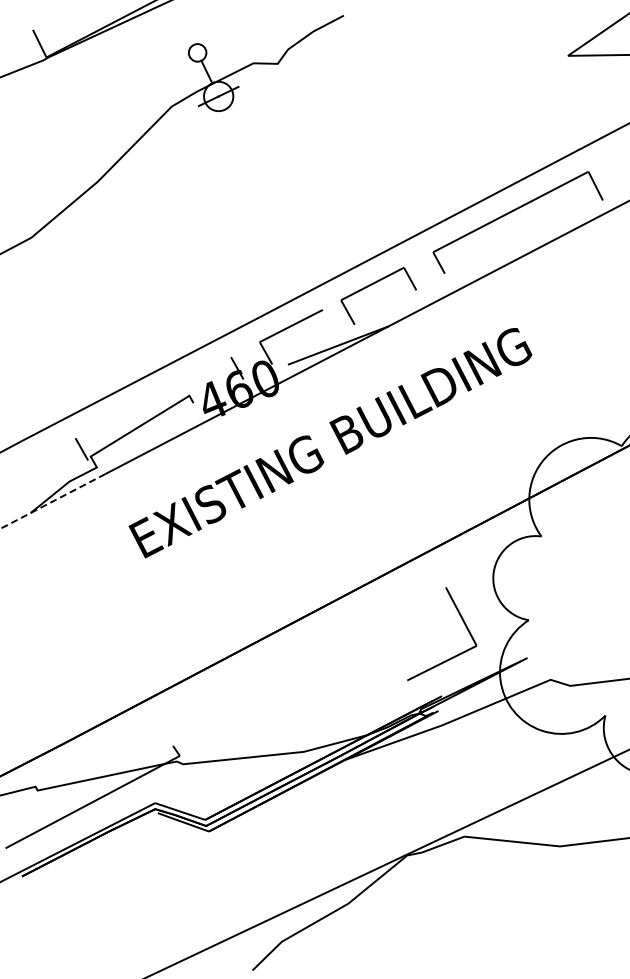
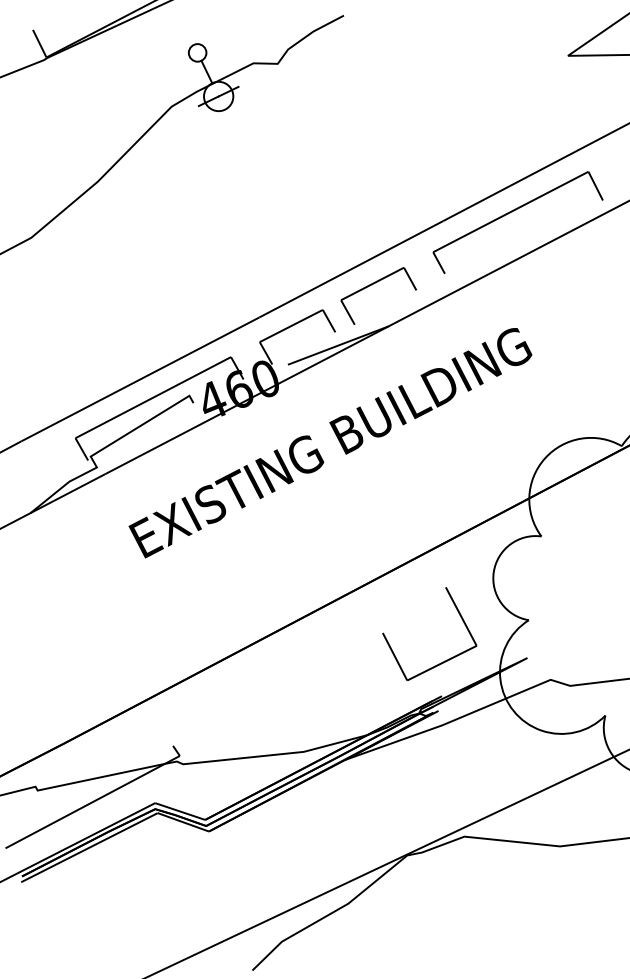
line at (328, 320): none -> present
line at (153, 397): none -> present
line at (52, 501): dashed -> solid
line at (394, 656): none -> present
line at (89, 847): none -> present
